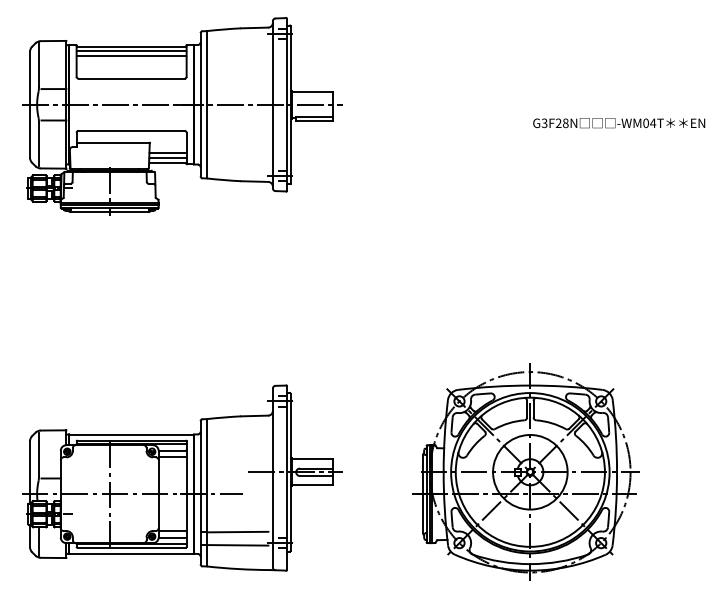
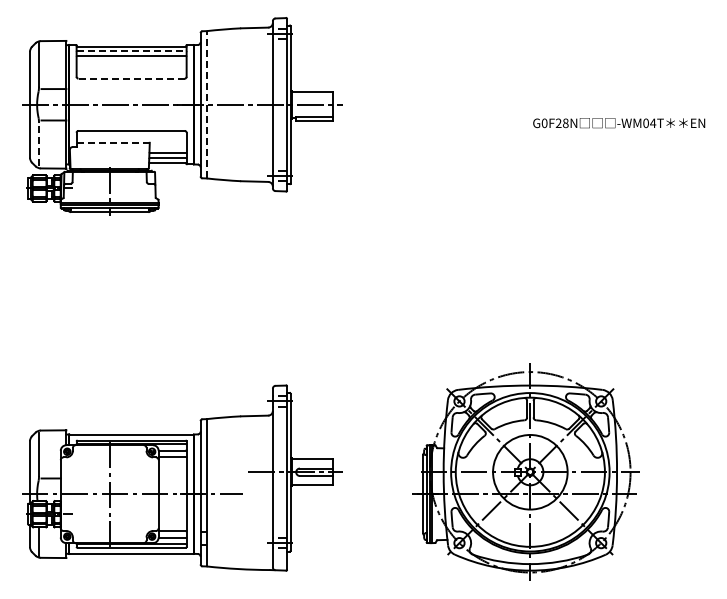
line at (131, 51): solid -> dashed
line at (131, 78): solid -> dashed
line at (206, 104): solid -> dashed
text at (544, 122): G3F28N -> G0F28N
line at (113, 142): solid -> dashed
line at (39, 144): solid -> dashed
line at (238, 531): present -> none
line at (238, 545): present -> none
